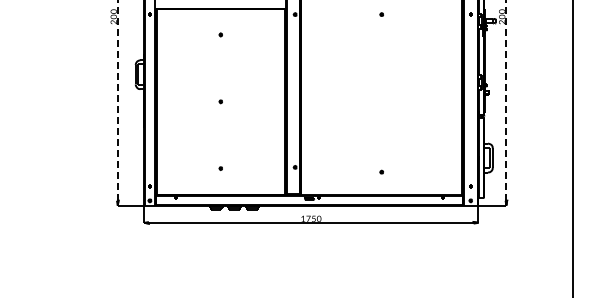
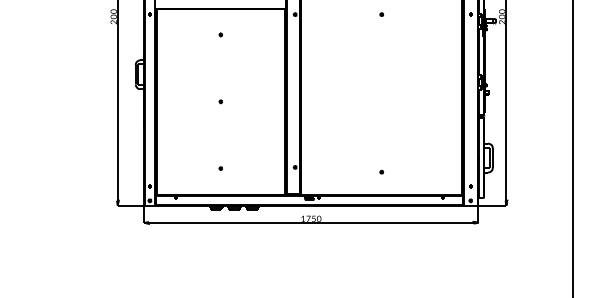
line at (117, 99): dashed -> solid
line at (506, 99): dashed -> solid
